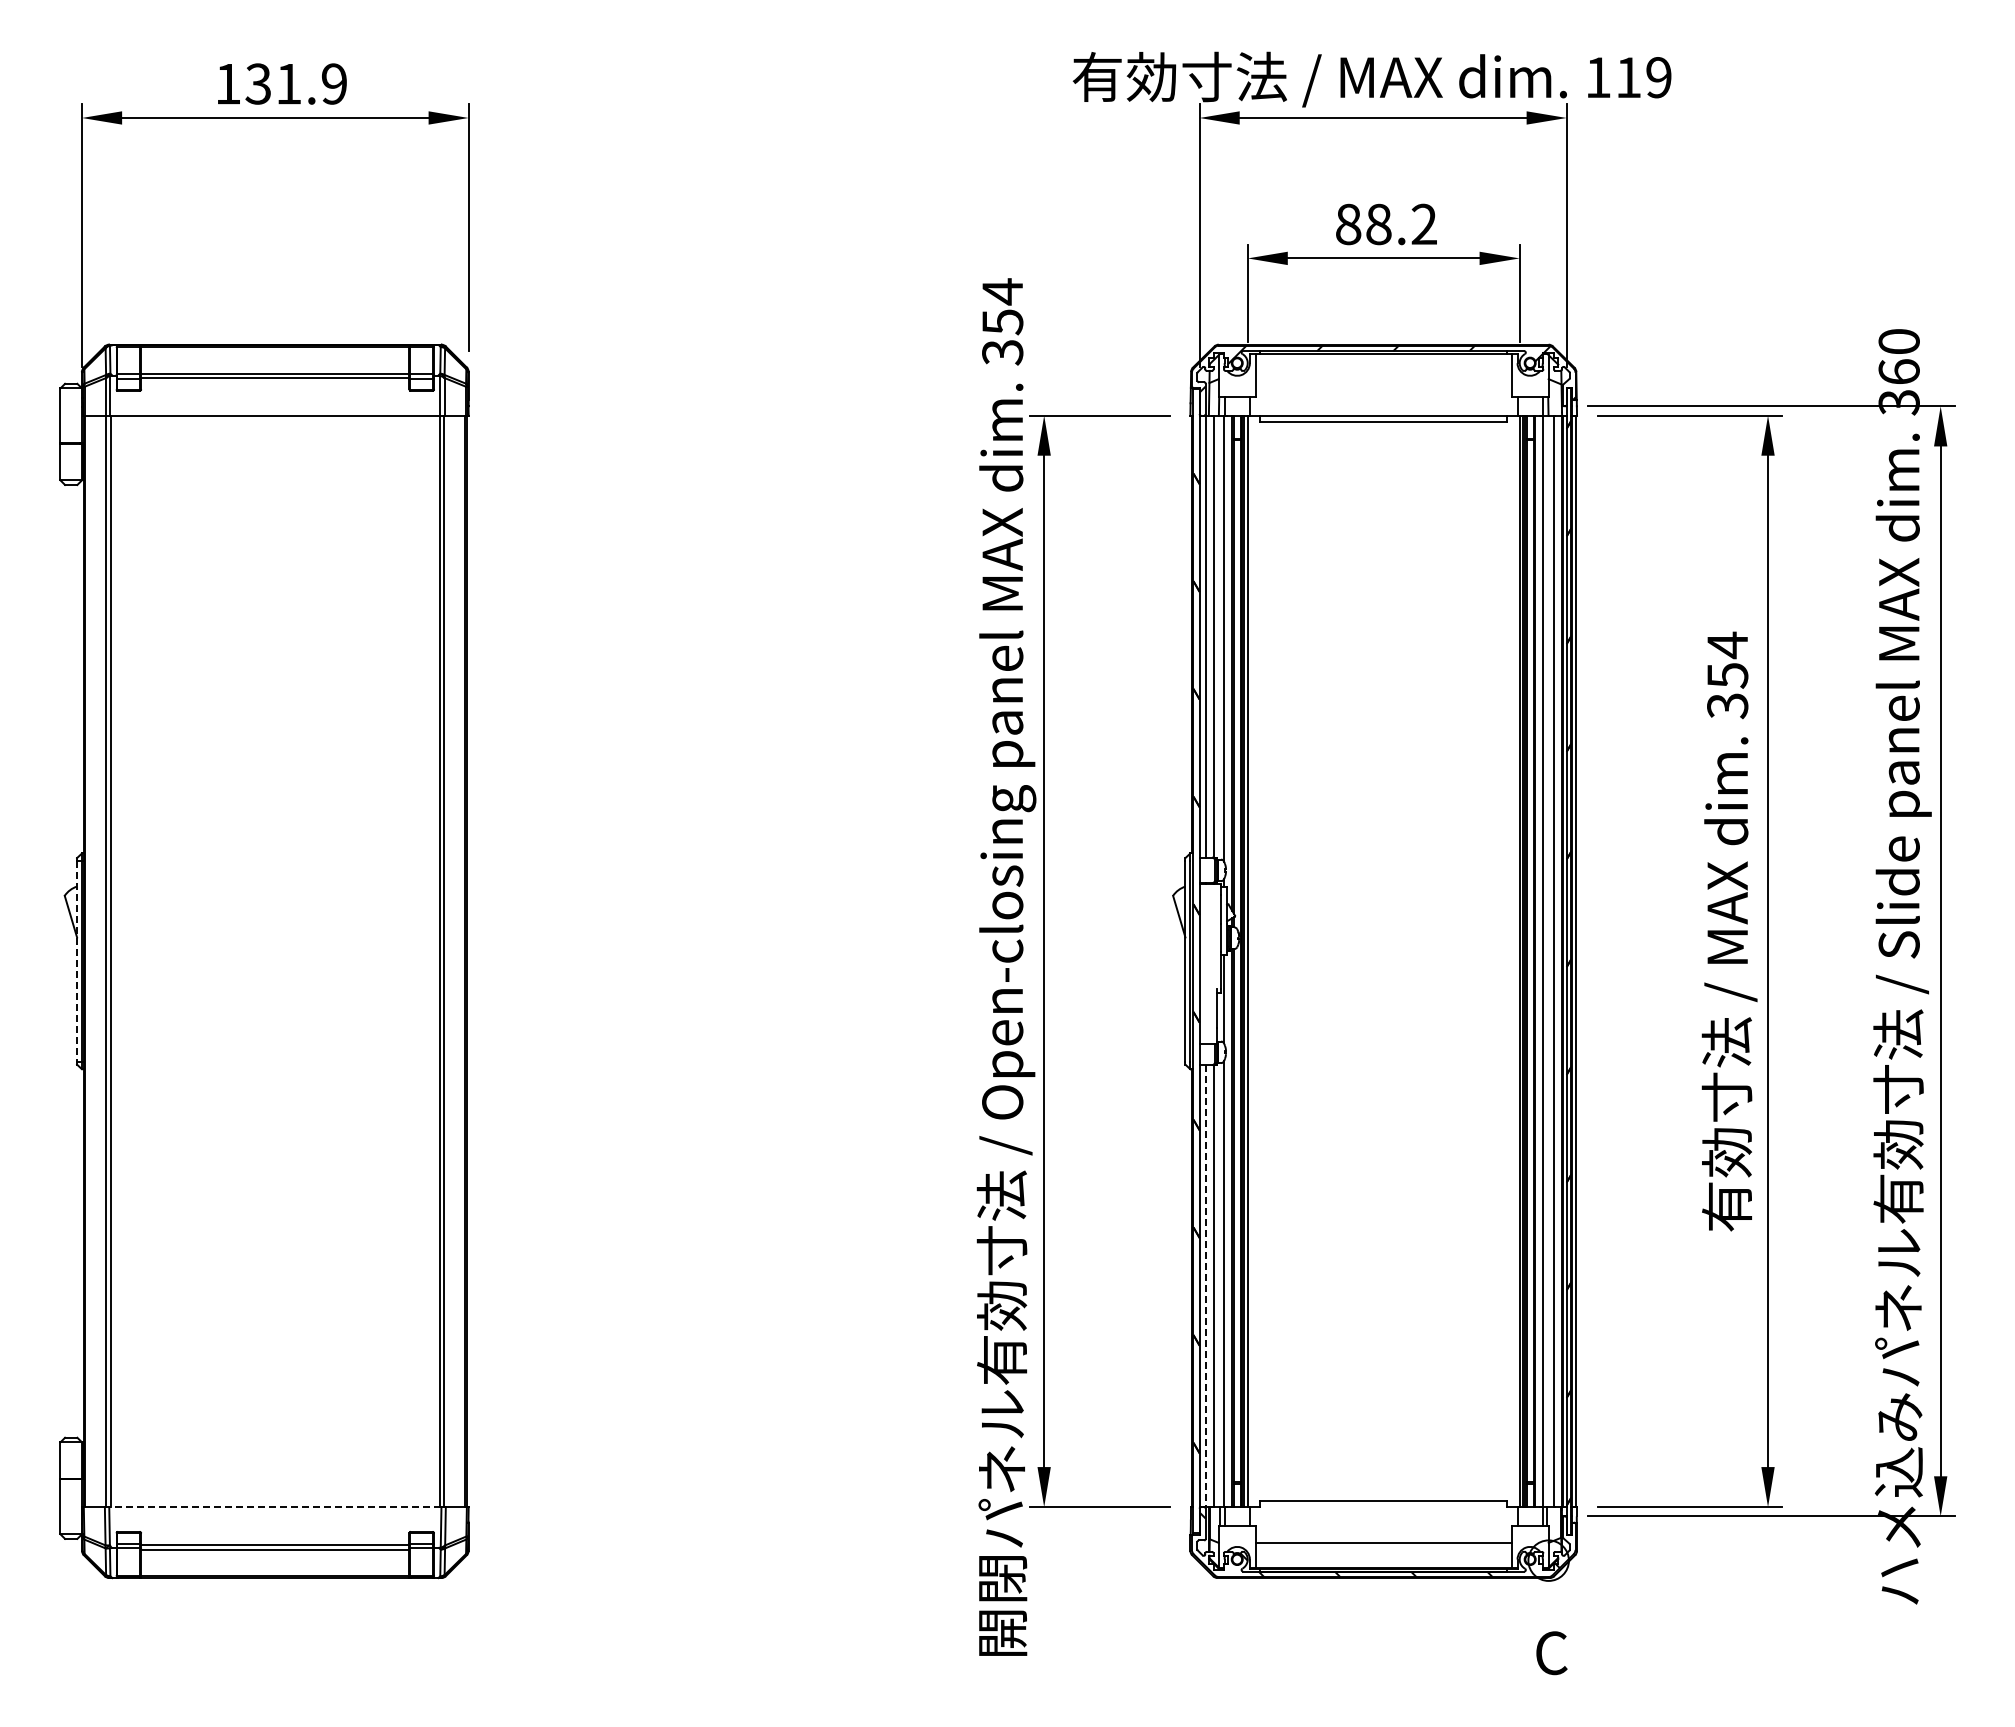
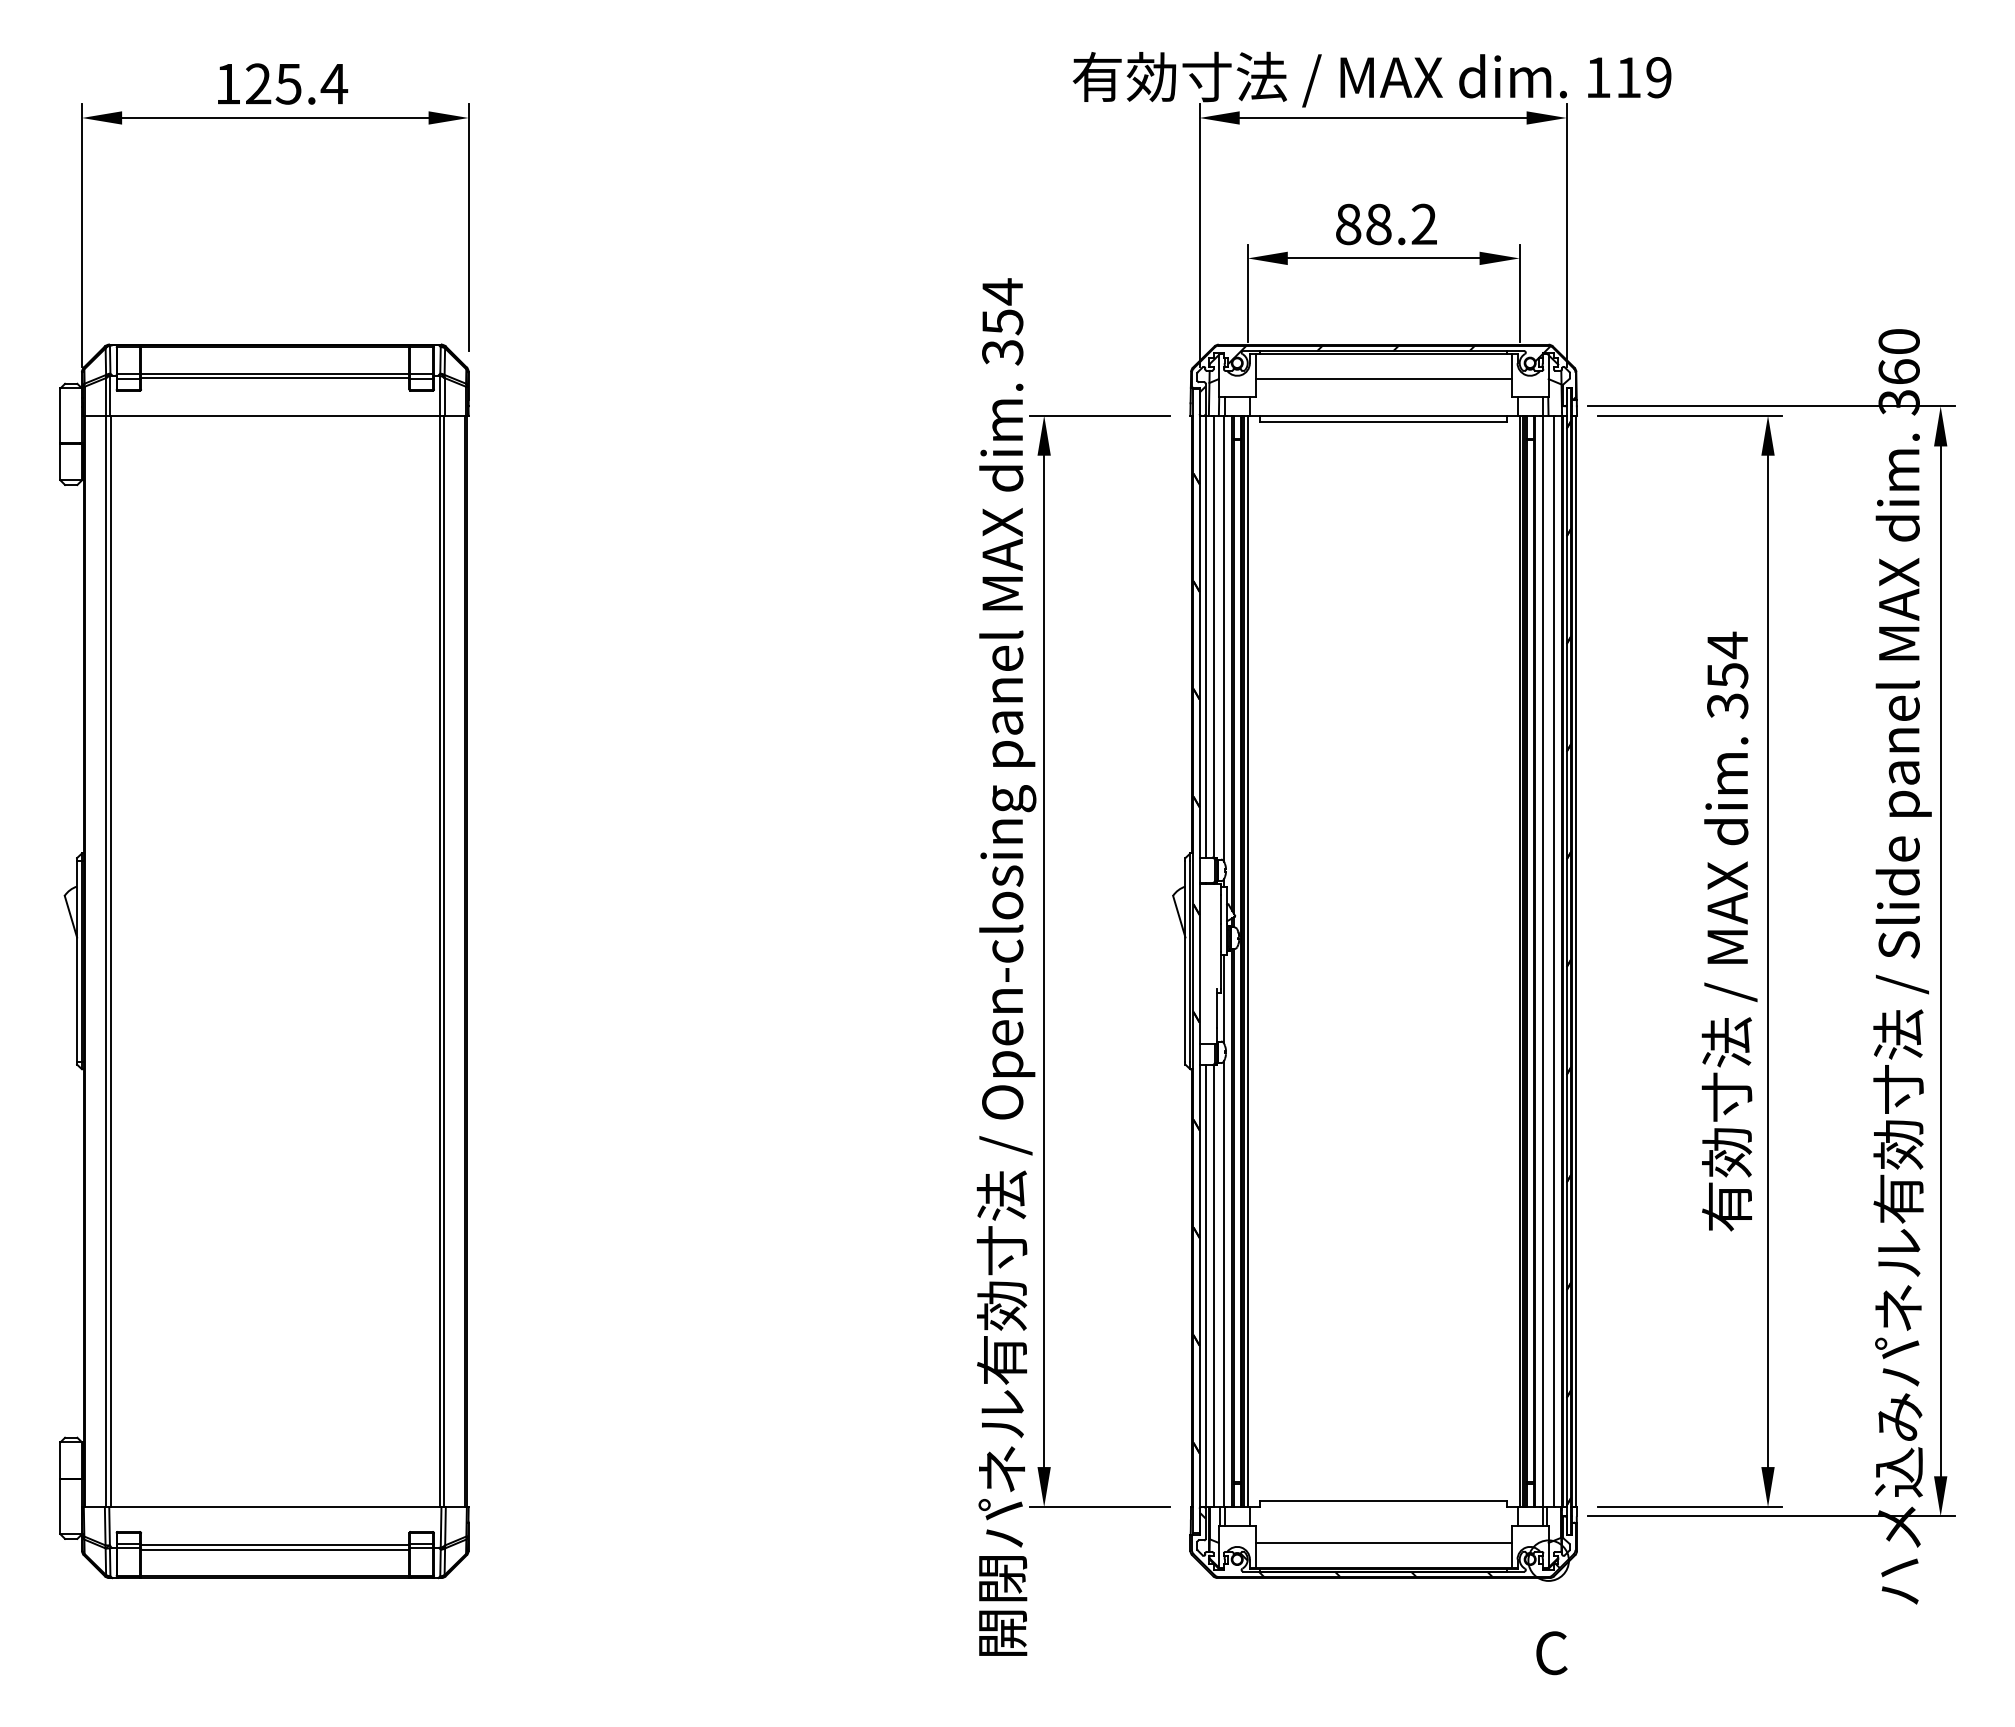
text at (296, 83): 131.9 -> 125.4
line at (1383, 378): none -> present
line at (77, 961): dashed -> solid
line at (1205, 1286): dashed -> solid
line at (274, 1507): dashed -> solid
